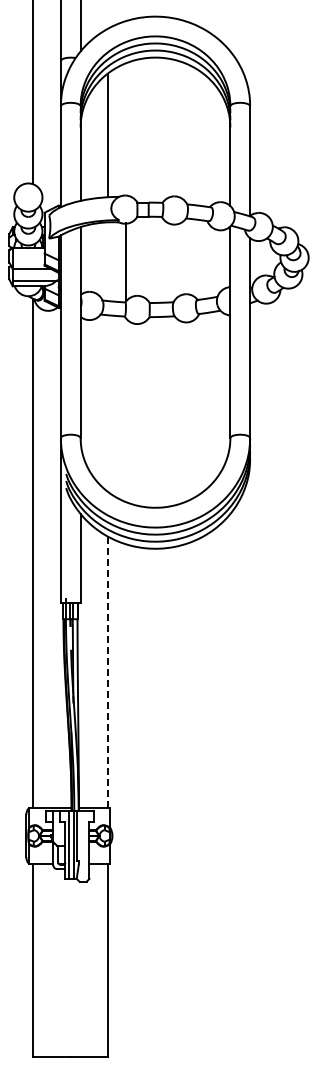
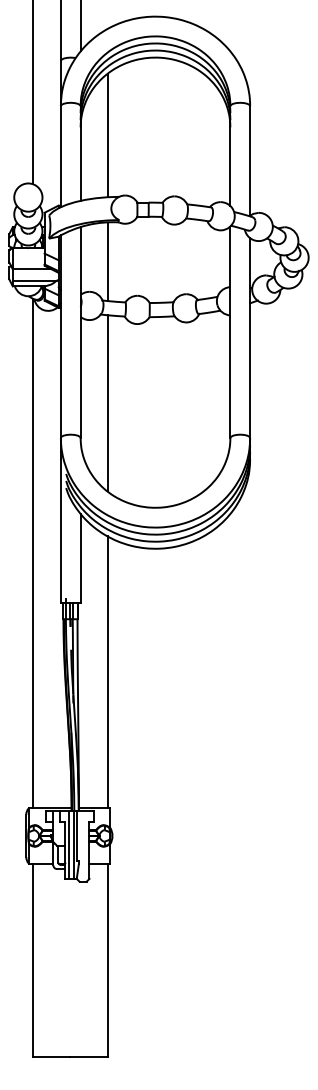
line at (125, 261) position: (125, 261) -> (107, 261)
line at (107, 403): none -> present
line at (107, 671): dashed -> solid
